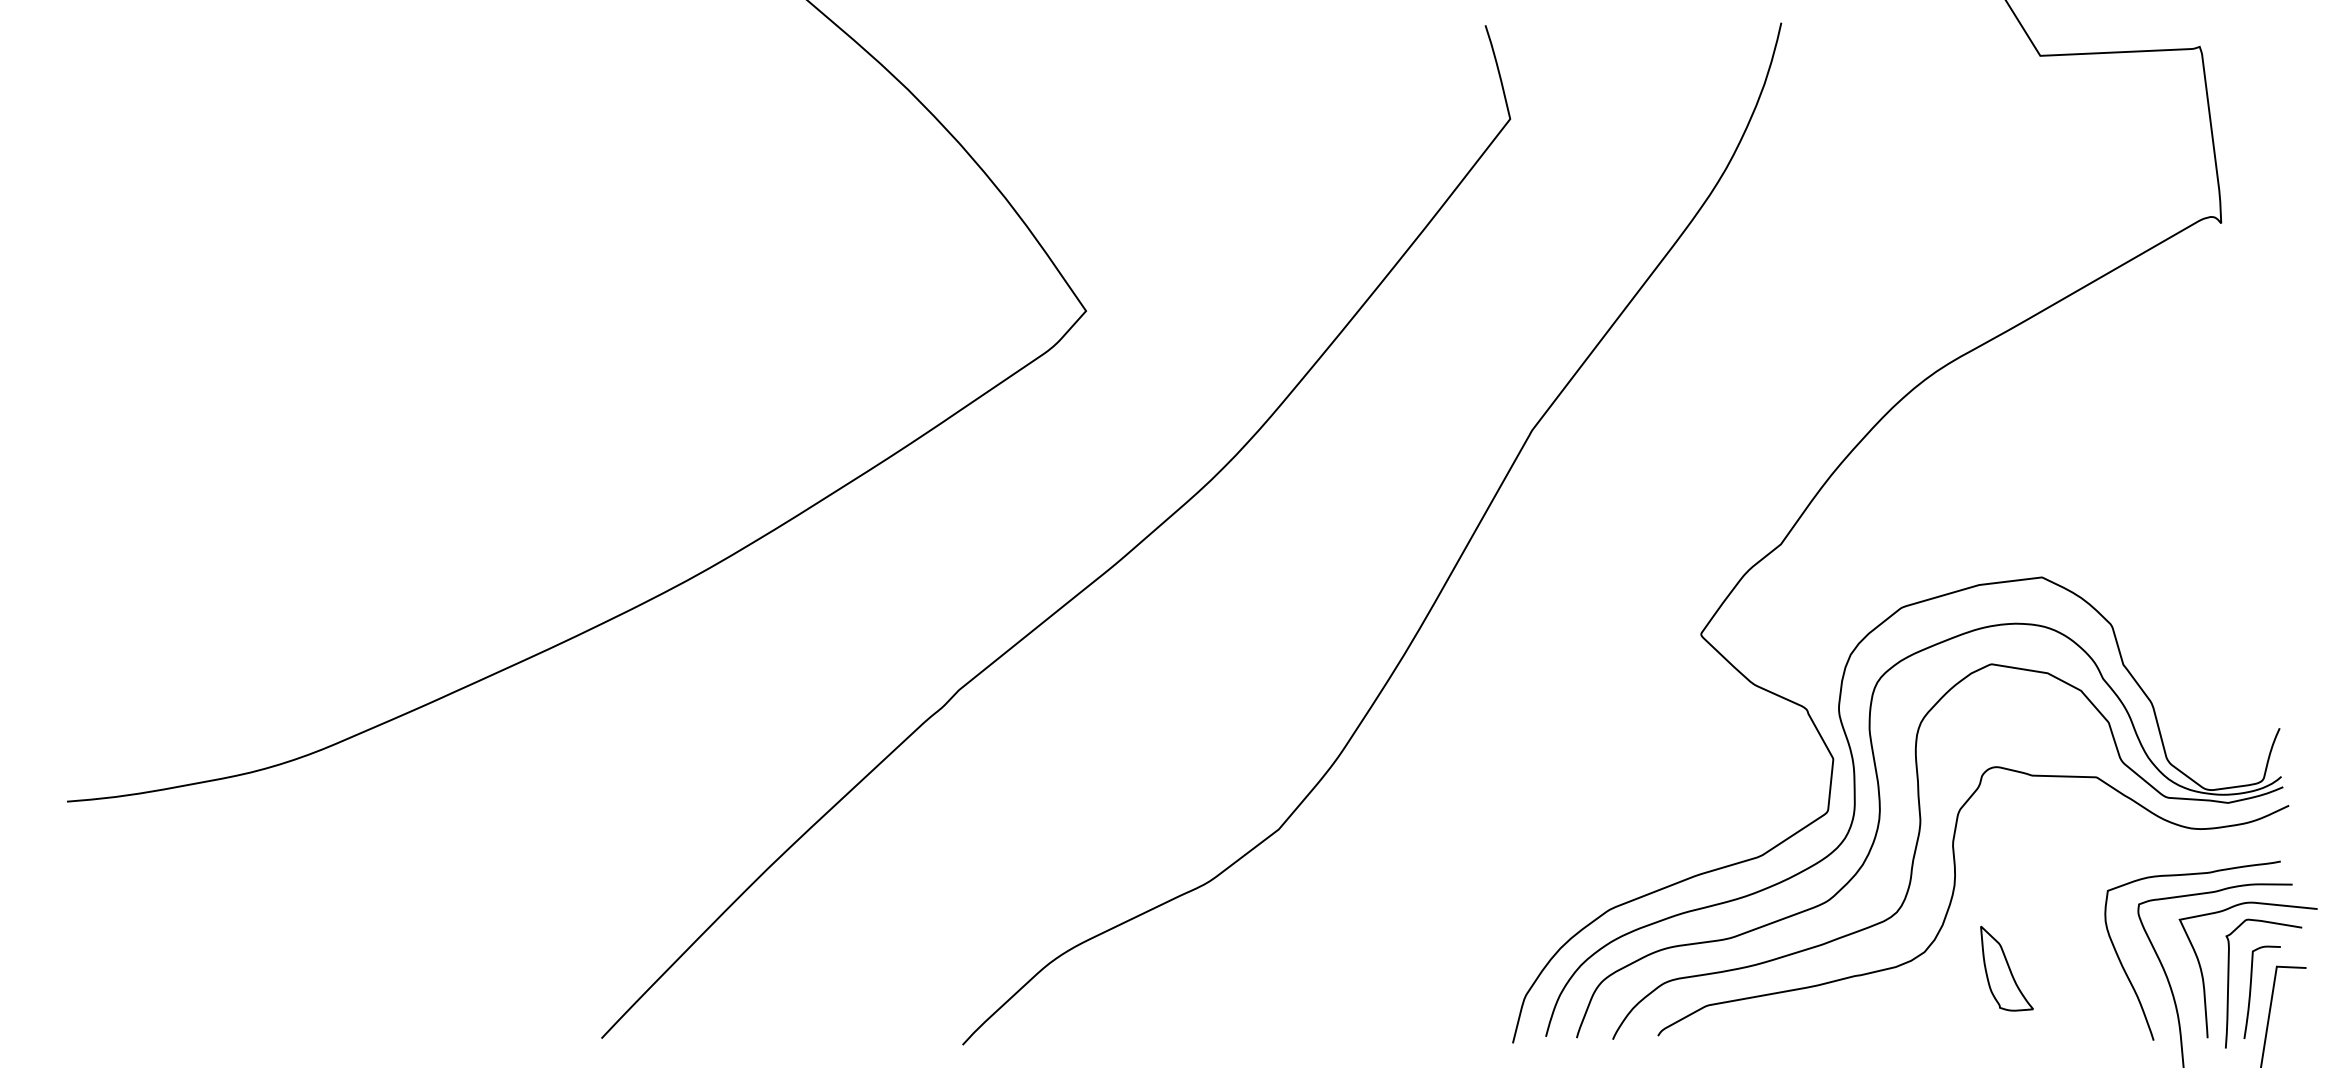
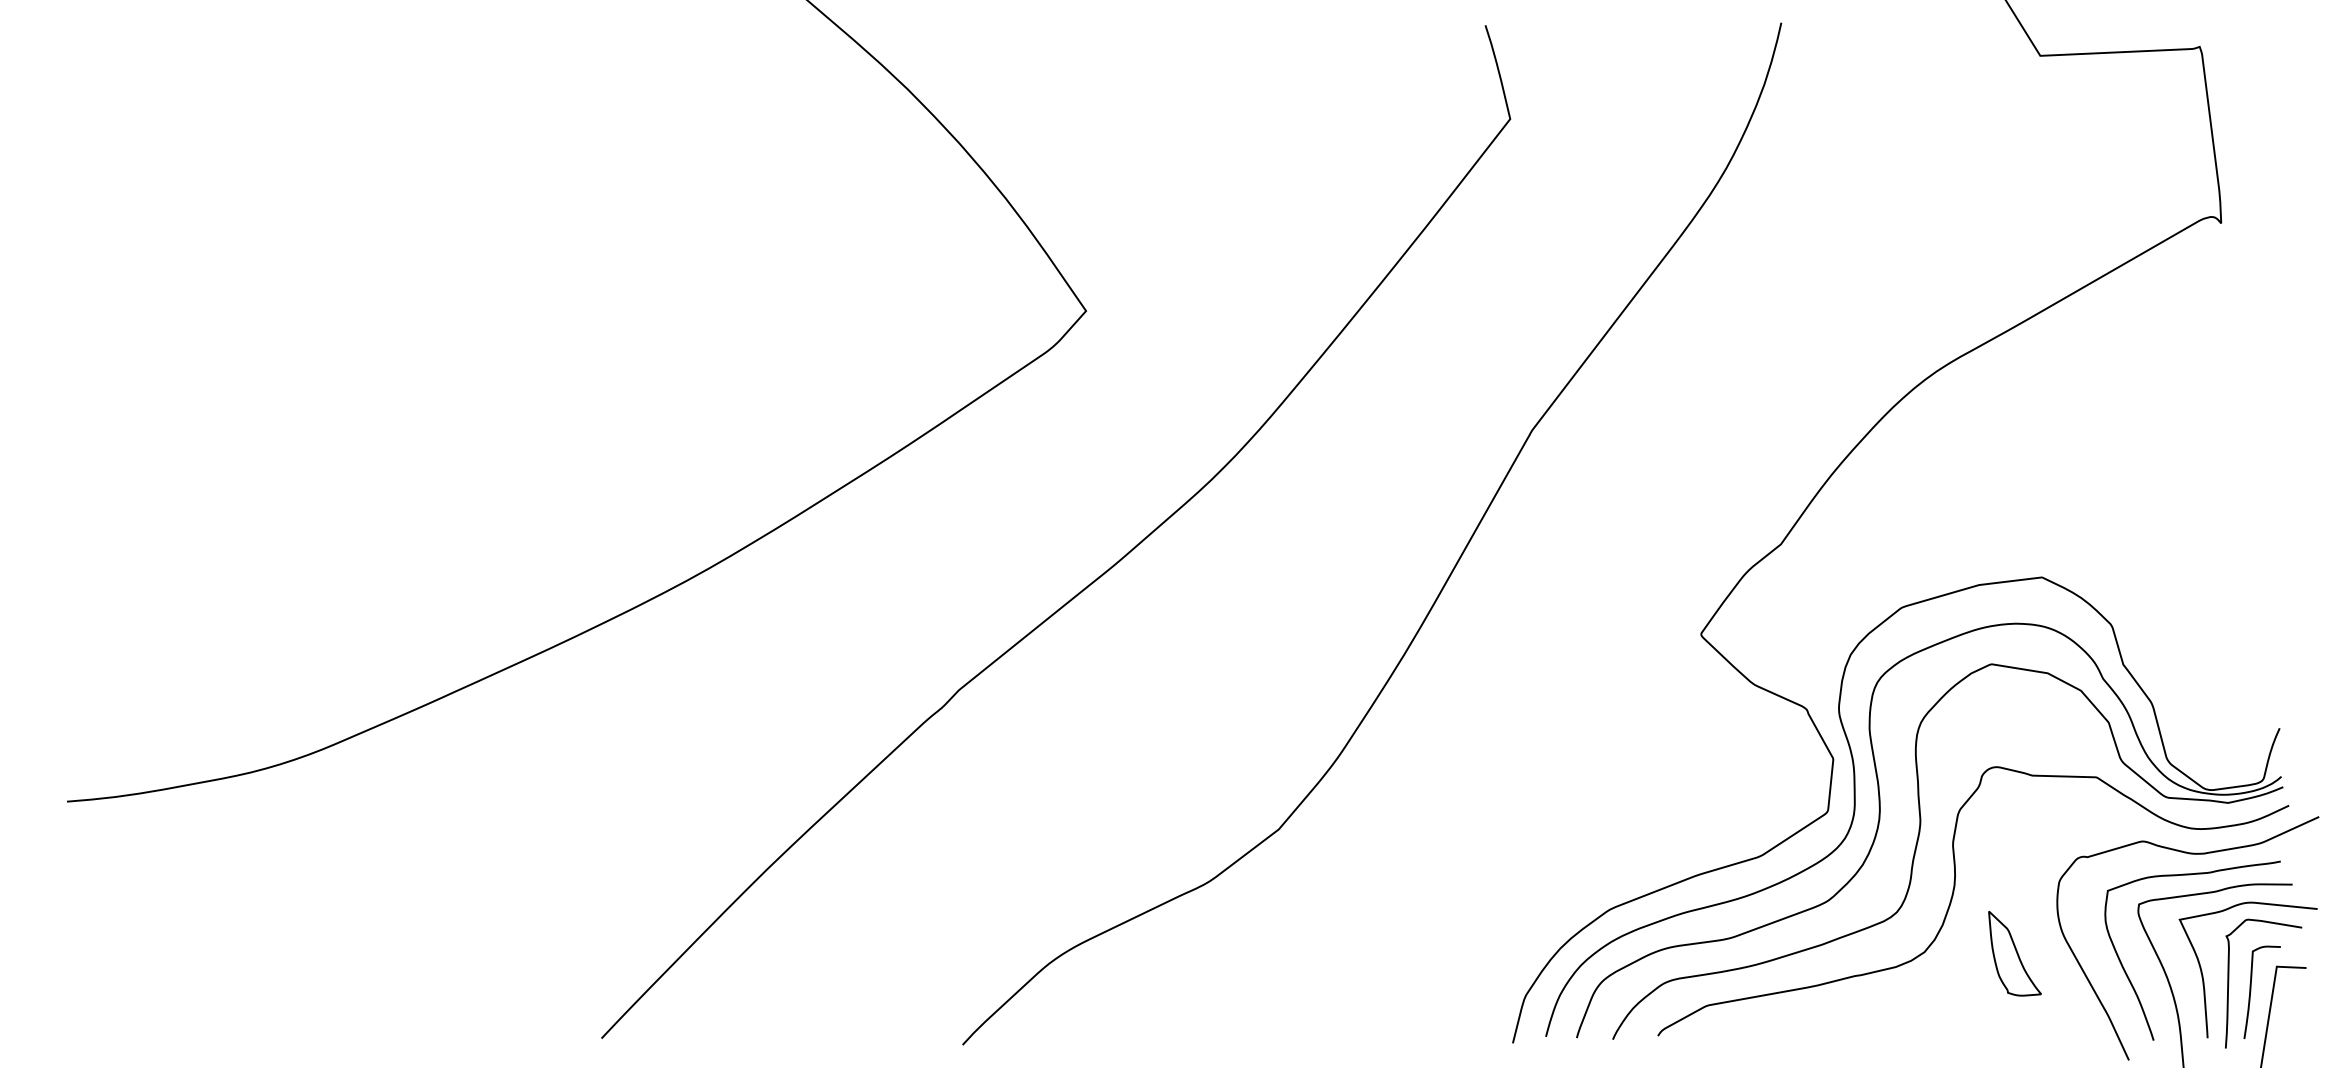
curve at (2189, 854): none -> present
part at (2006, 968) position: (2006, 968) -> (2014, 953)
